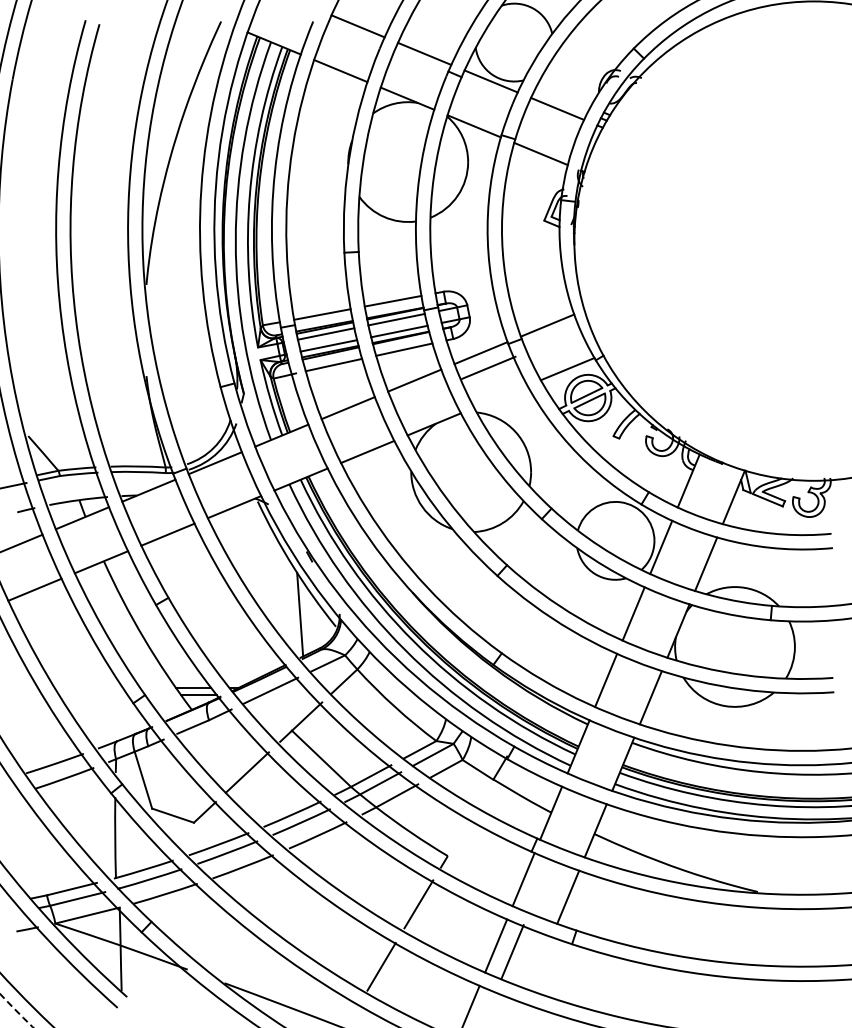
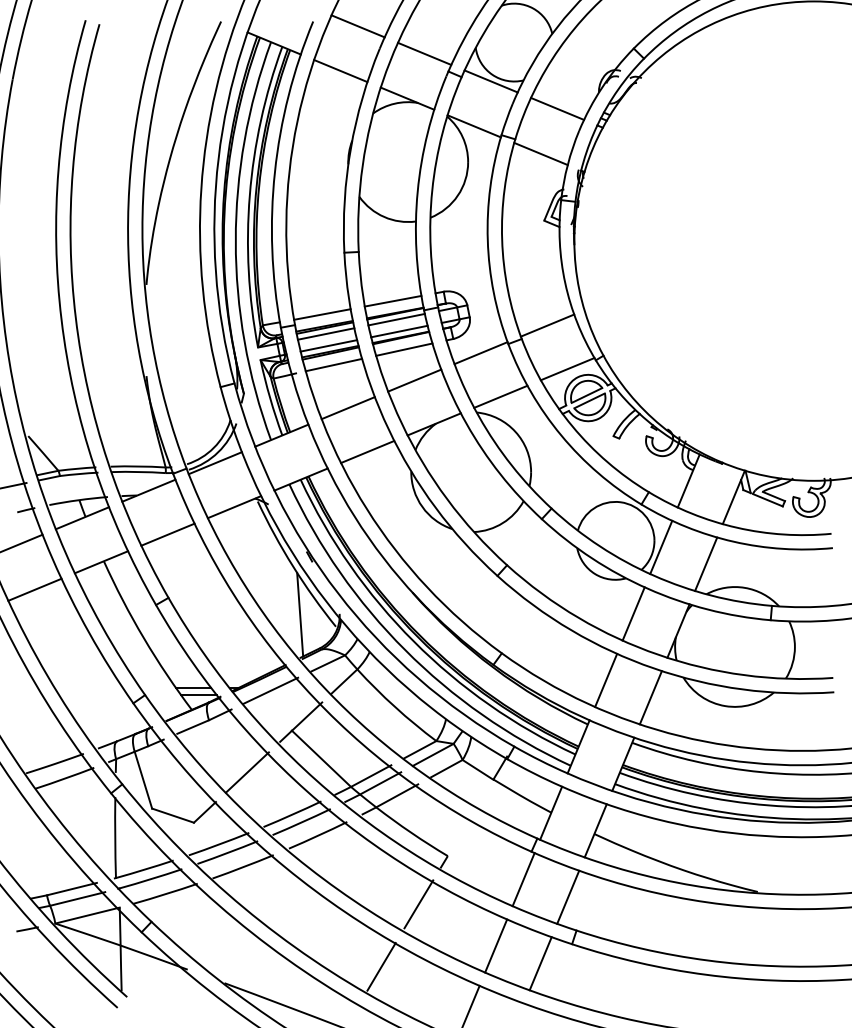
line at (488, 367) position: (488, 367) -> (500, 396)
line at (512, 951) position: (512, 951) -> (540, 963)
arc at (16, 1010): dashed -> solid
